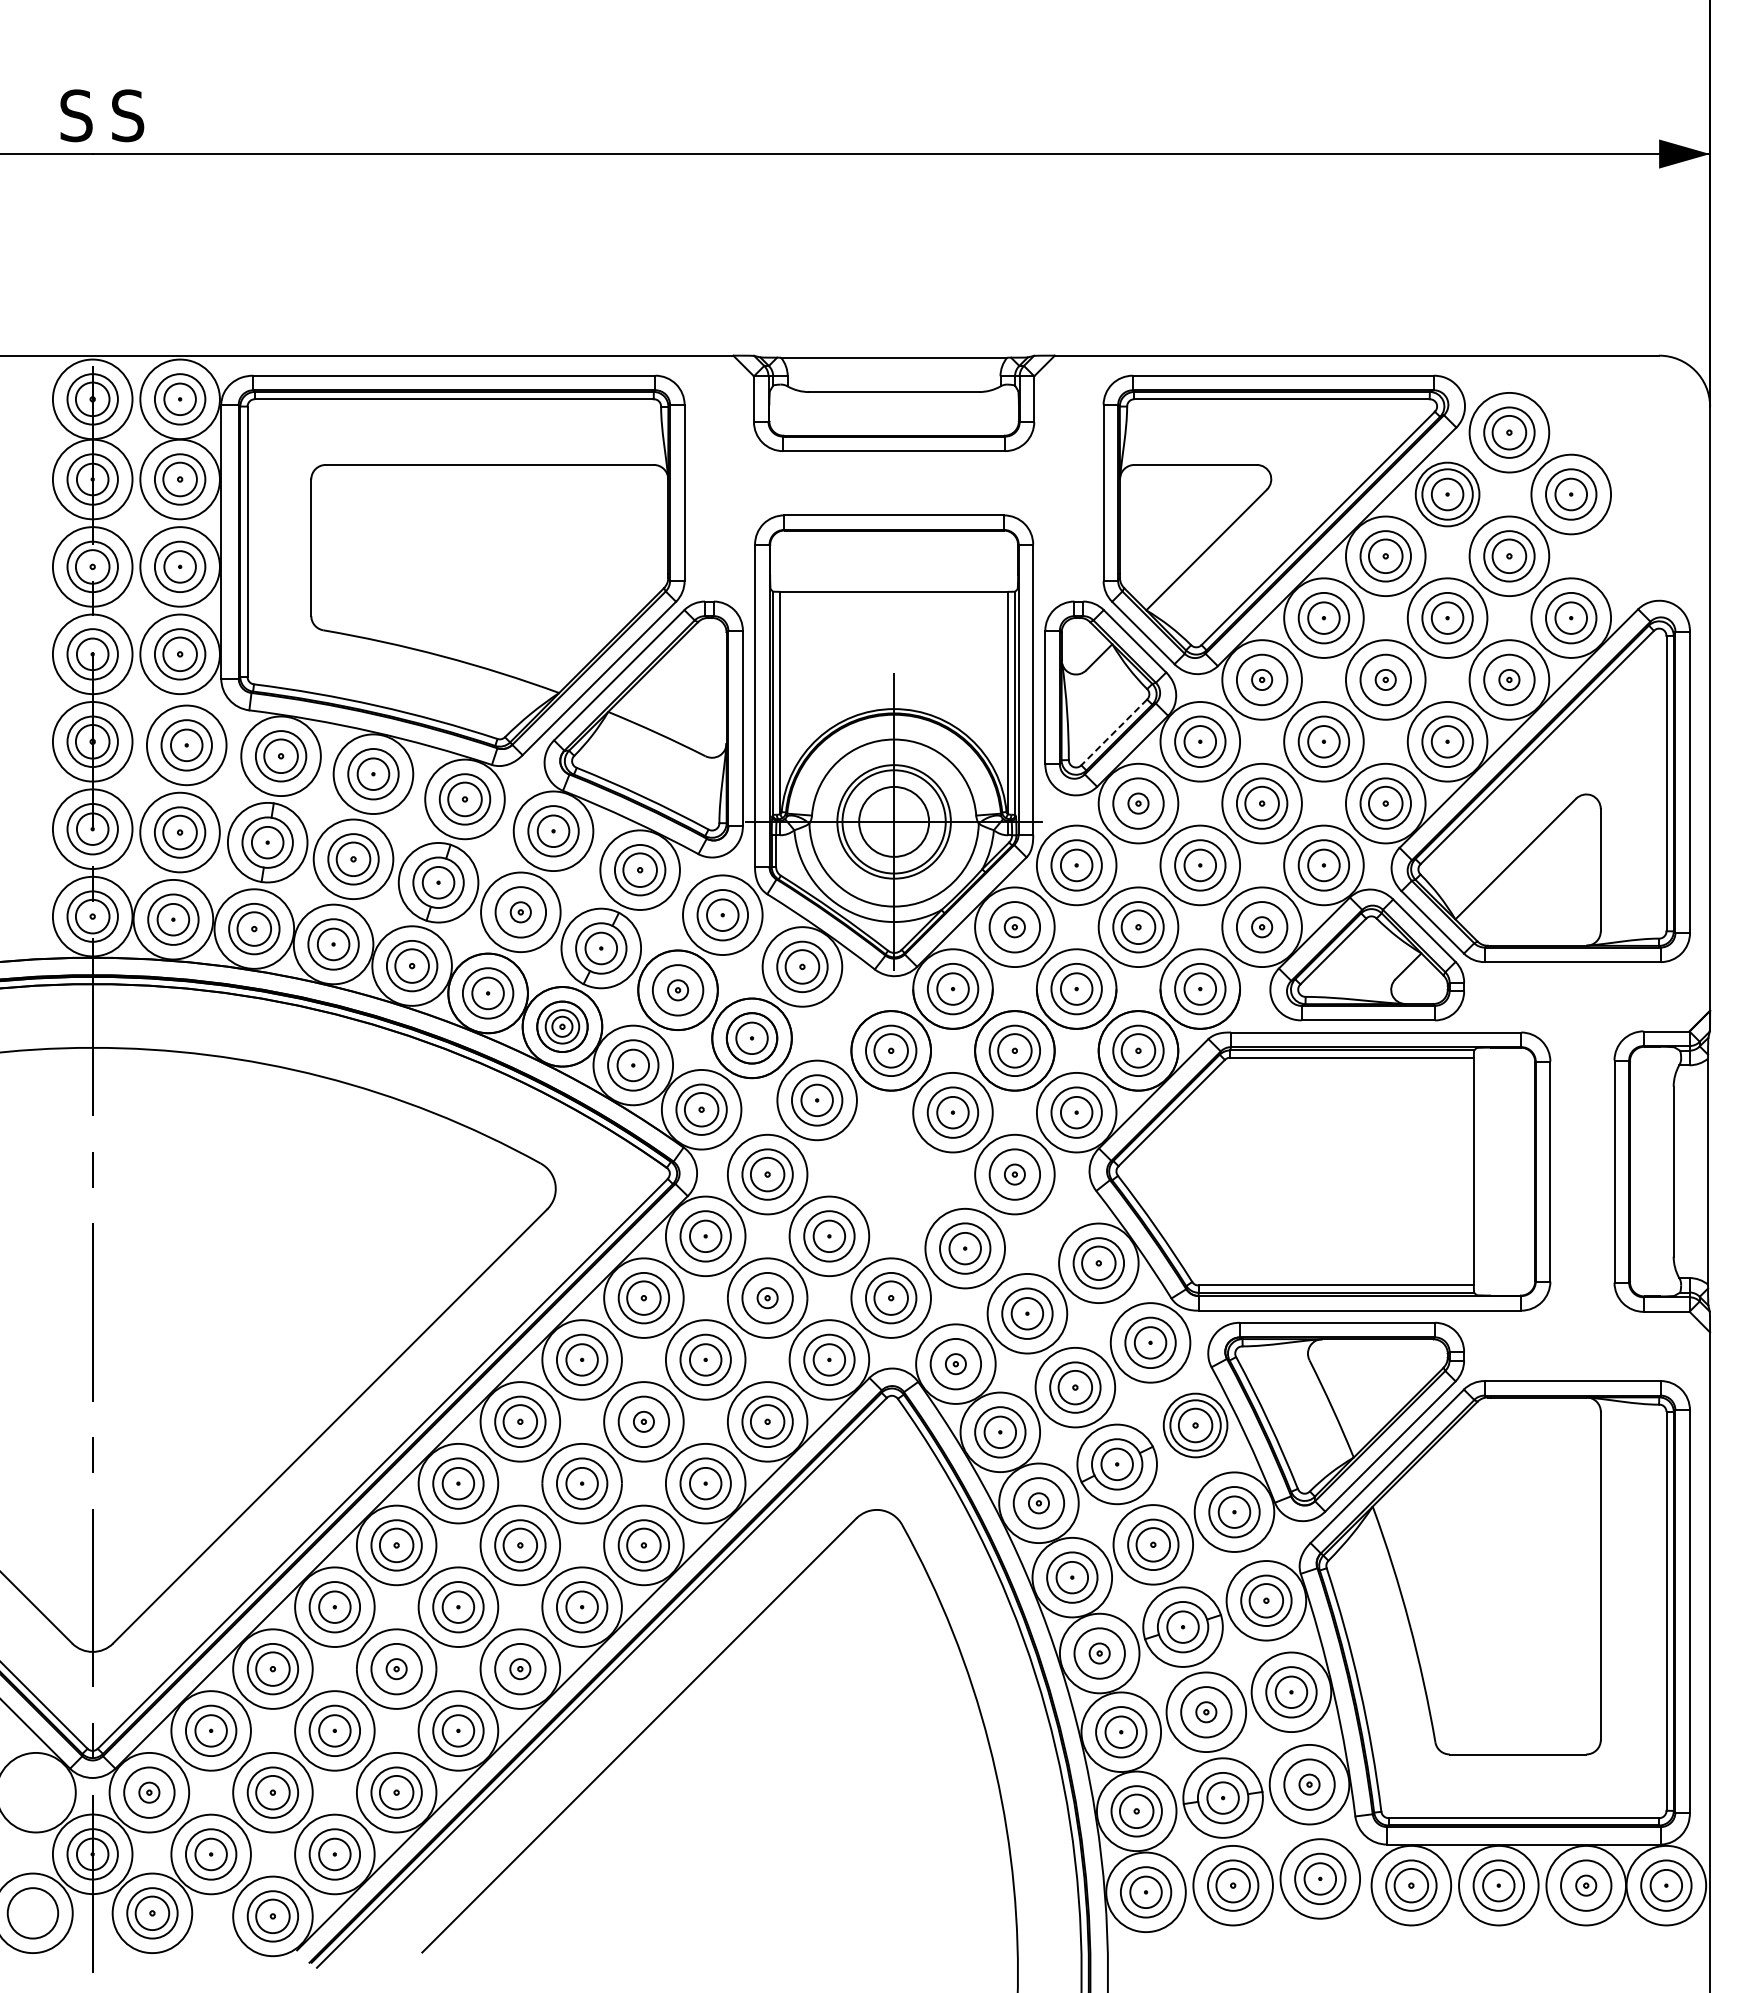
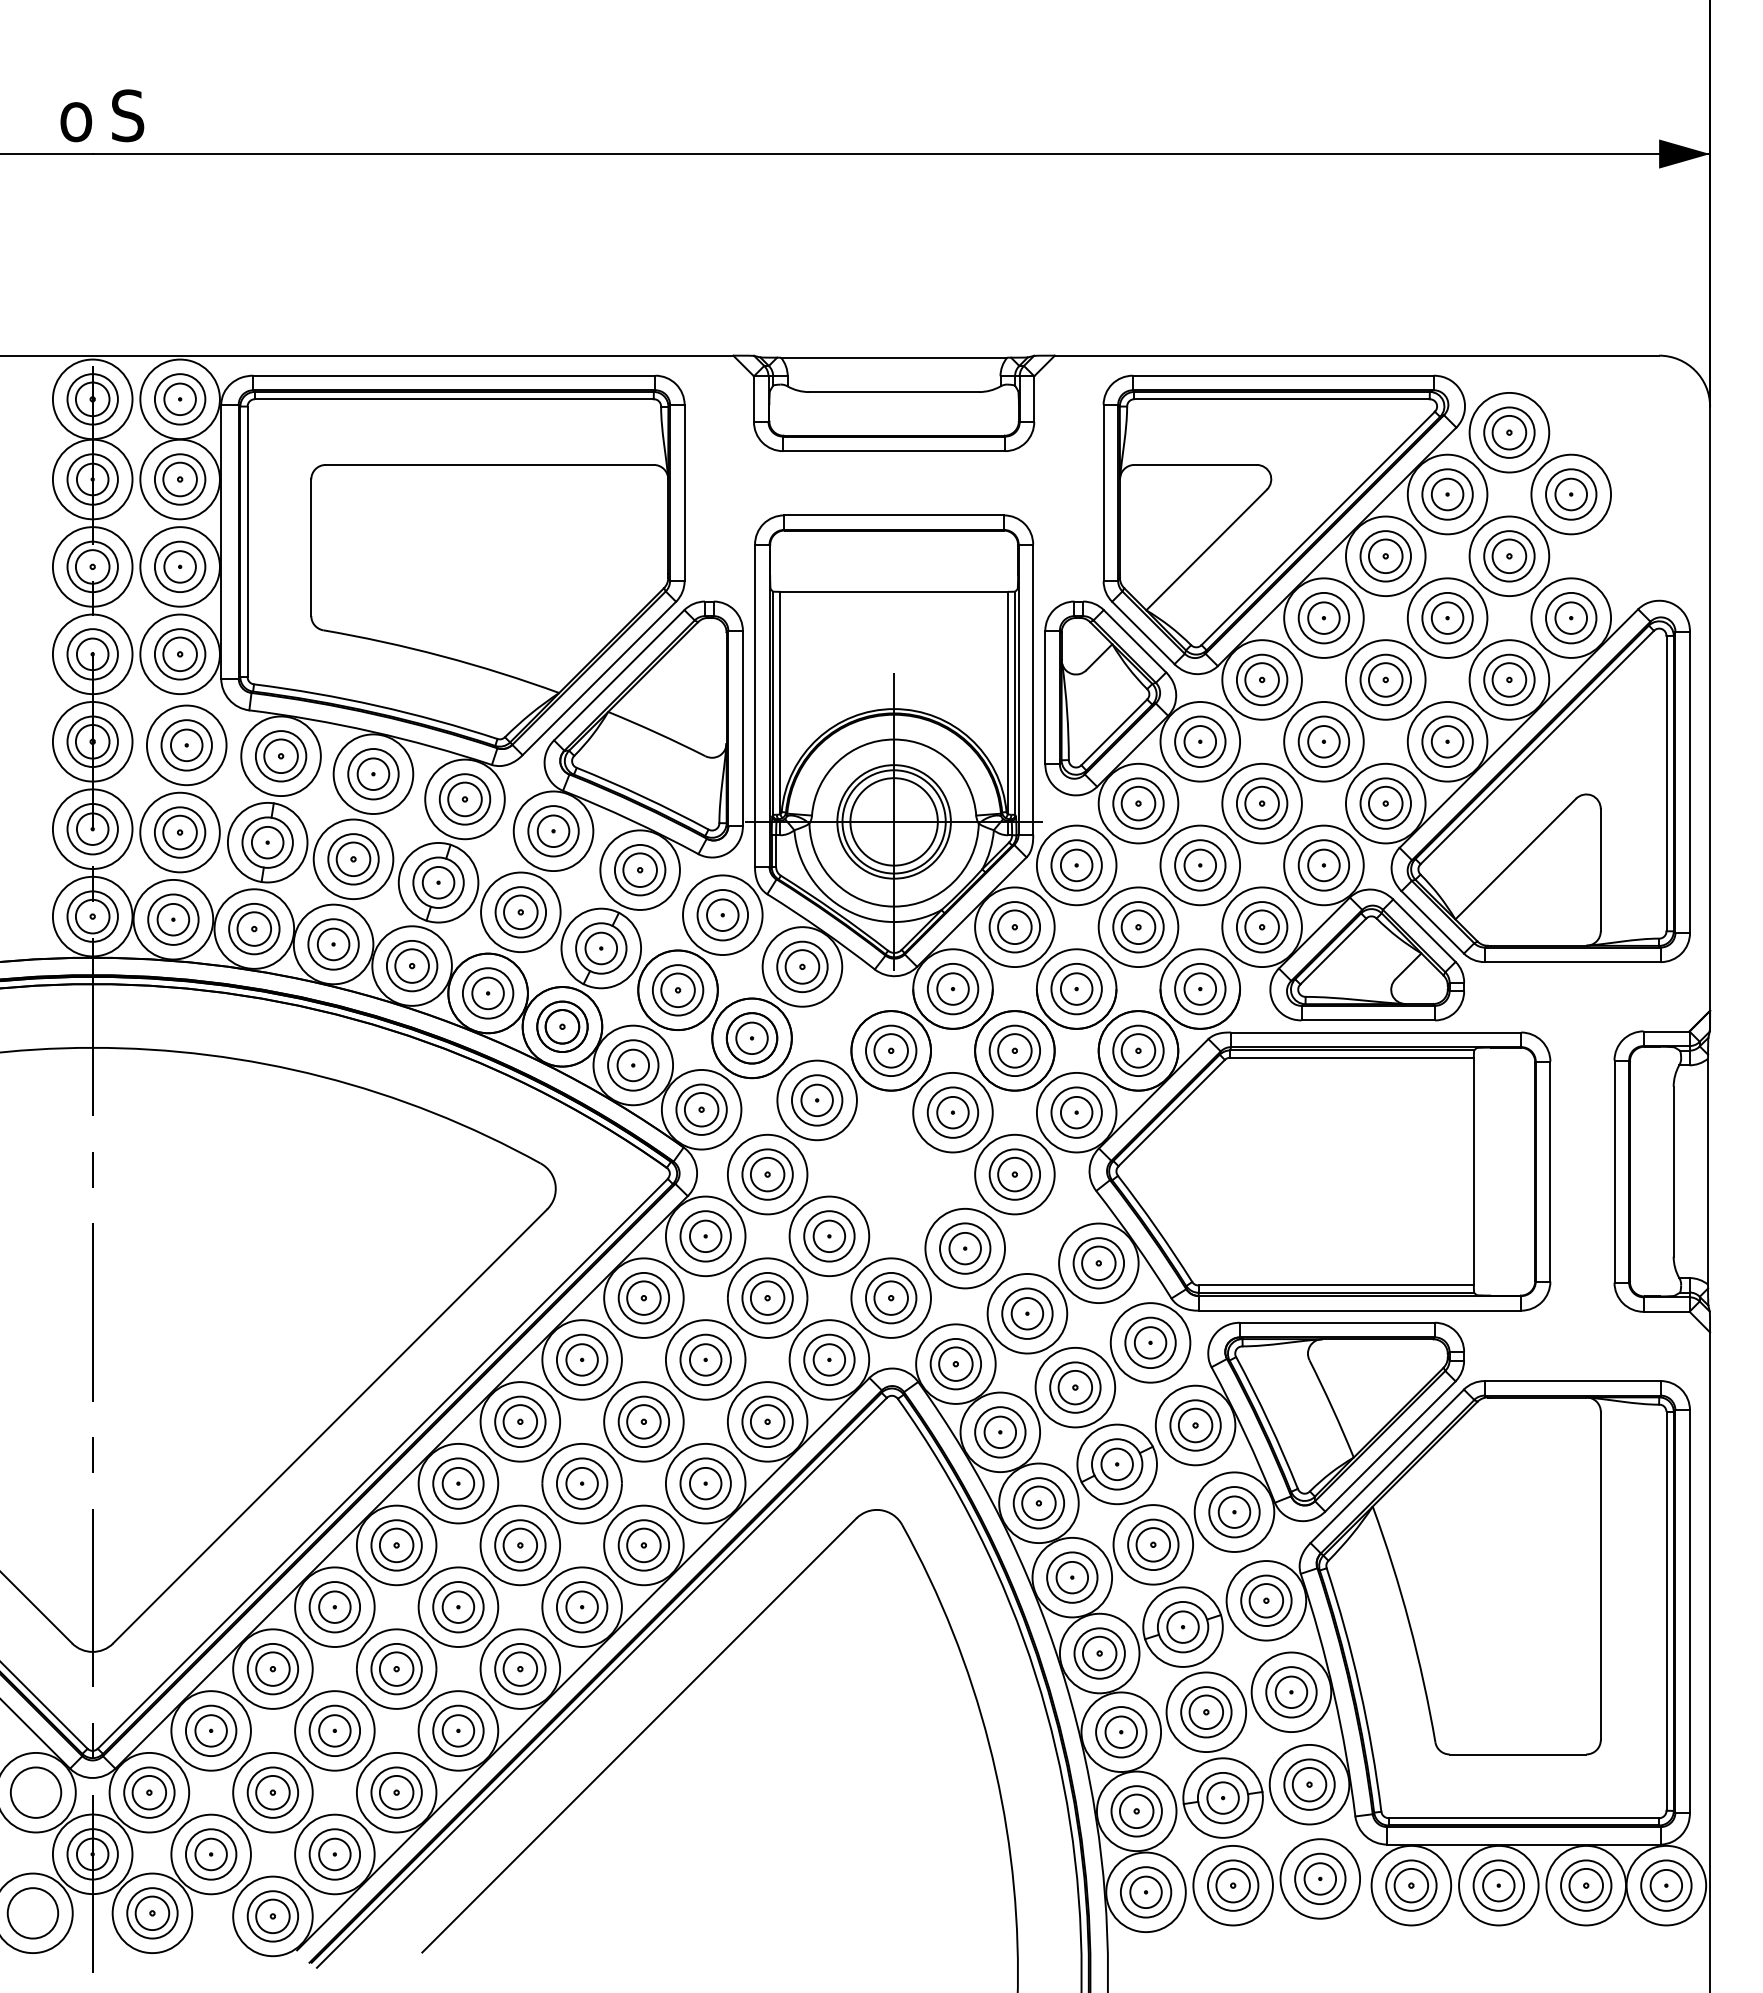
text at (76, 115): S -> o
circle at (1447, 494) diameter: 64 px -> 80 px
circle at (1262, 679) diameter: 20 px -> 34 px
circle at (1385, 679) diameter: 20 px -> 34 px
circle at (1509, 679) diameter: 20 px -> 34 px
line at (1113, 732): dashed -> solid
circle at (1138, 803) diameter: 20 px -> 34 px
circle at (894, 821) diameter: 70 px -> 87 px
circle at (520, 912) diameter: 20 px -> 34 px
circle at (1014, 927) diameter: 20 px -> 34 px
circle at (1262, 927) diameter: 20 px -> 34 px
circle at (678, 990) diameter: 20 px -> 34 px
circle at (562, 1026) diameter: 20 px -> 34 px
circle at (1014, 1174) diameter: 20 px -> 34 px
circle at (767, 1298) diameter: 20 px -> 34 px
circle at (955, 1364) diameter: 20 px -> 34 px
circle at (643, 1421) diameter: 20 px -> 34 px
circle at (1195, 1425) diameter: 64 px -> 80 px
circle at (1038, 1503) diameter: 20 px -> 34 px
circle at (1099, 1653) diameter: 20 px -> 34 px
circle at (396, 1669) diameter: 20 px -> 34 px
circle at (520, 1669) diameter: 20 px -> 34 px
circle at (1206, 1712) diameter: 20 px -> 34 px
circle at (1309, 1784) diameter: 20 px -> 34 px
circle at (35, 1792): none -> present
circle at (149, 1792) diameter: 20 px -> 34 px
circle at (1586, 1885) diameter: 20 px -> 34 px
